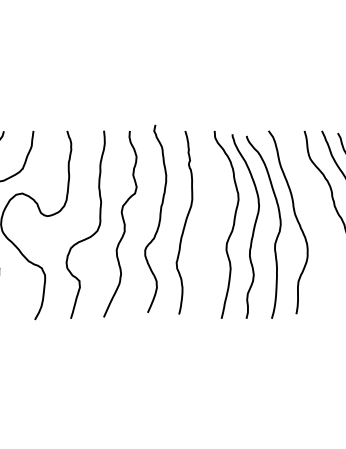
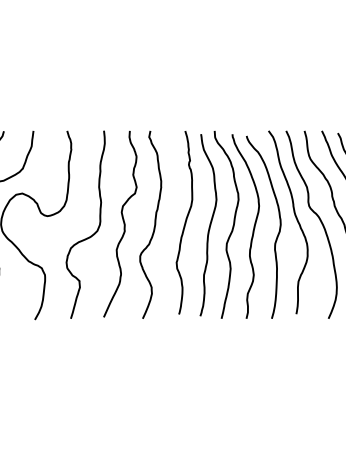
curve at (159, 218) position: (159, 218) -> (154, 224)
curve at (319, 220): none -> present
curve at (209, 225): none -> present
